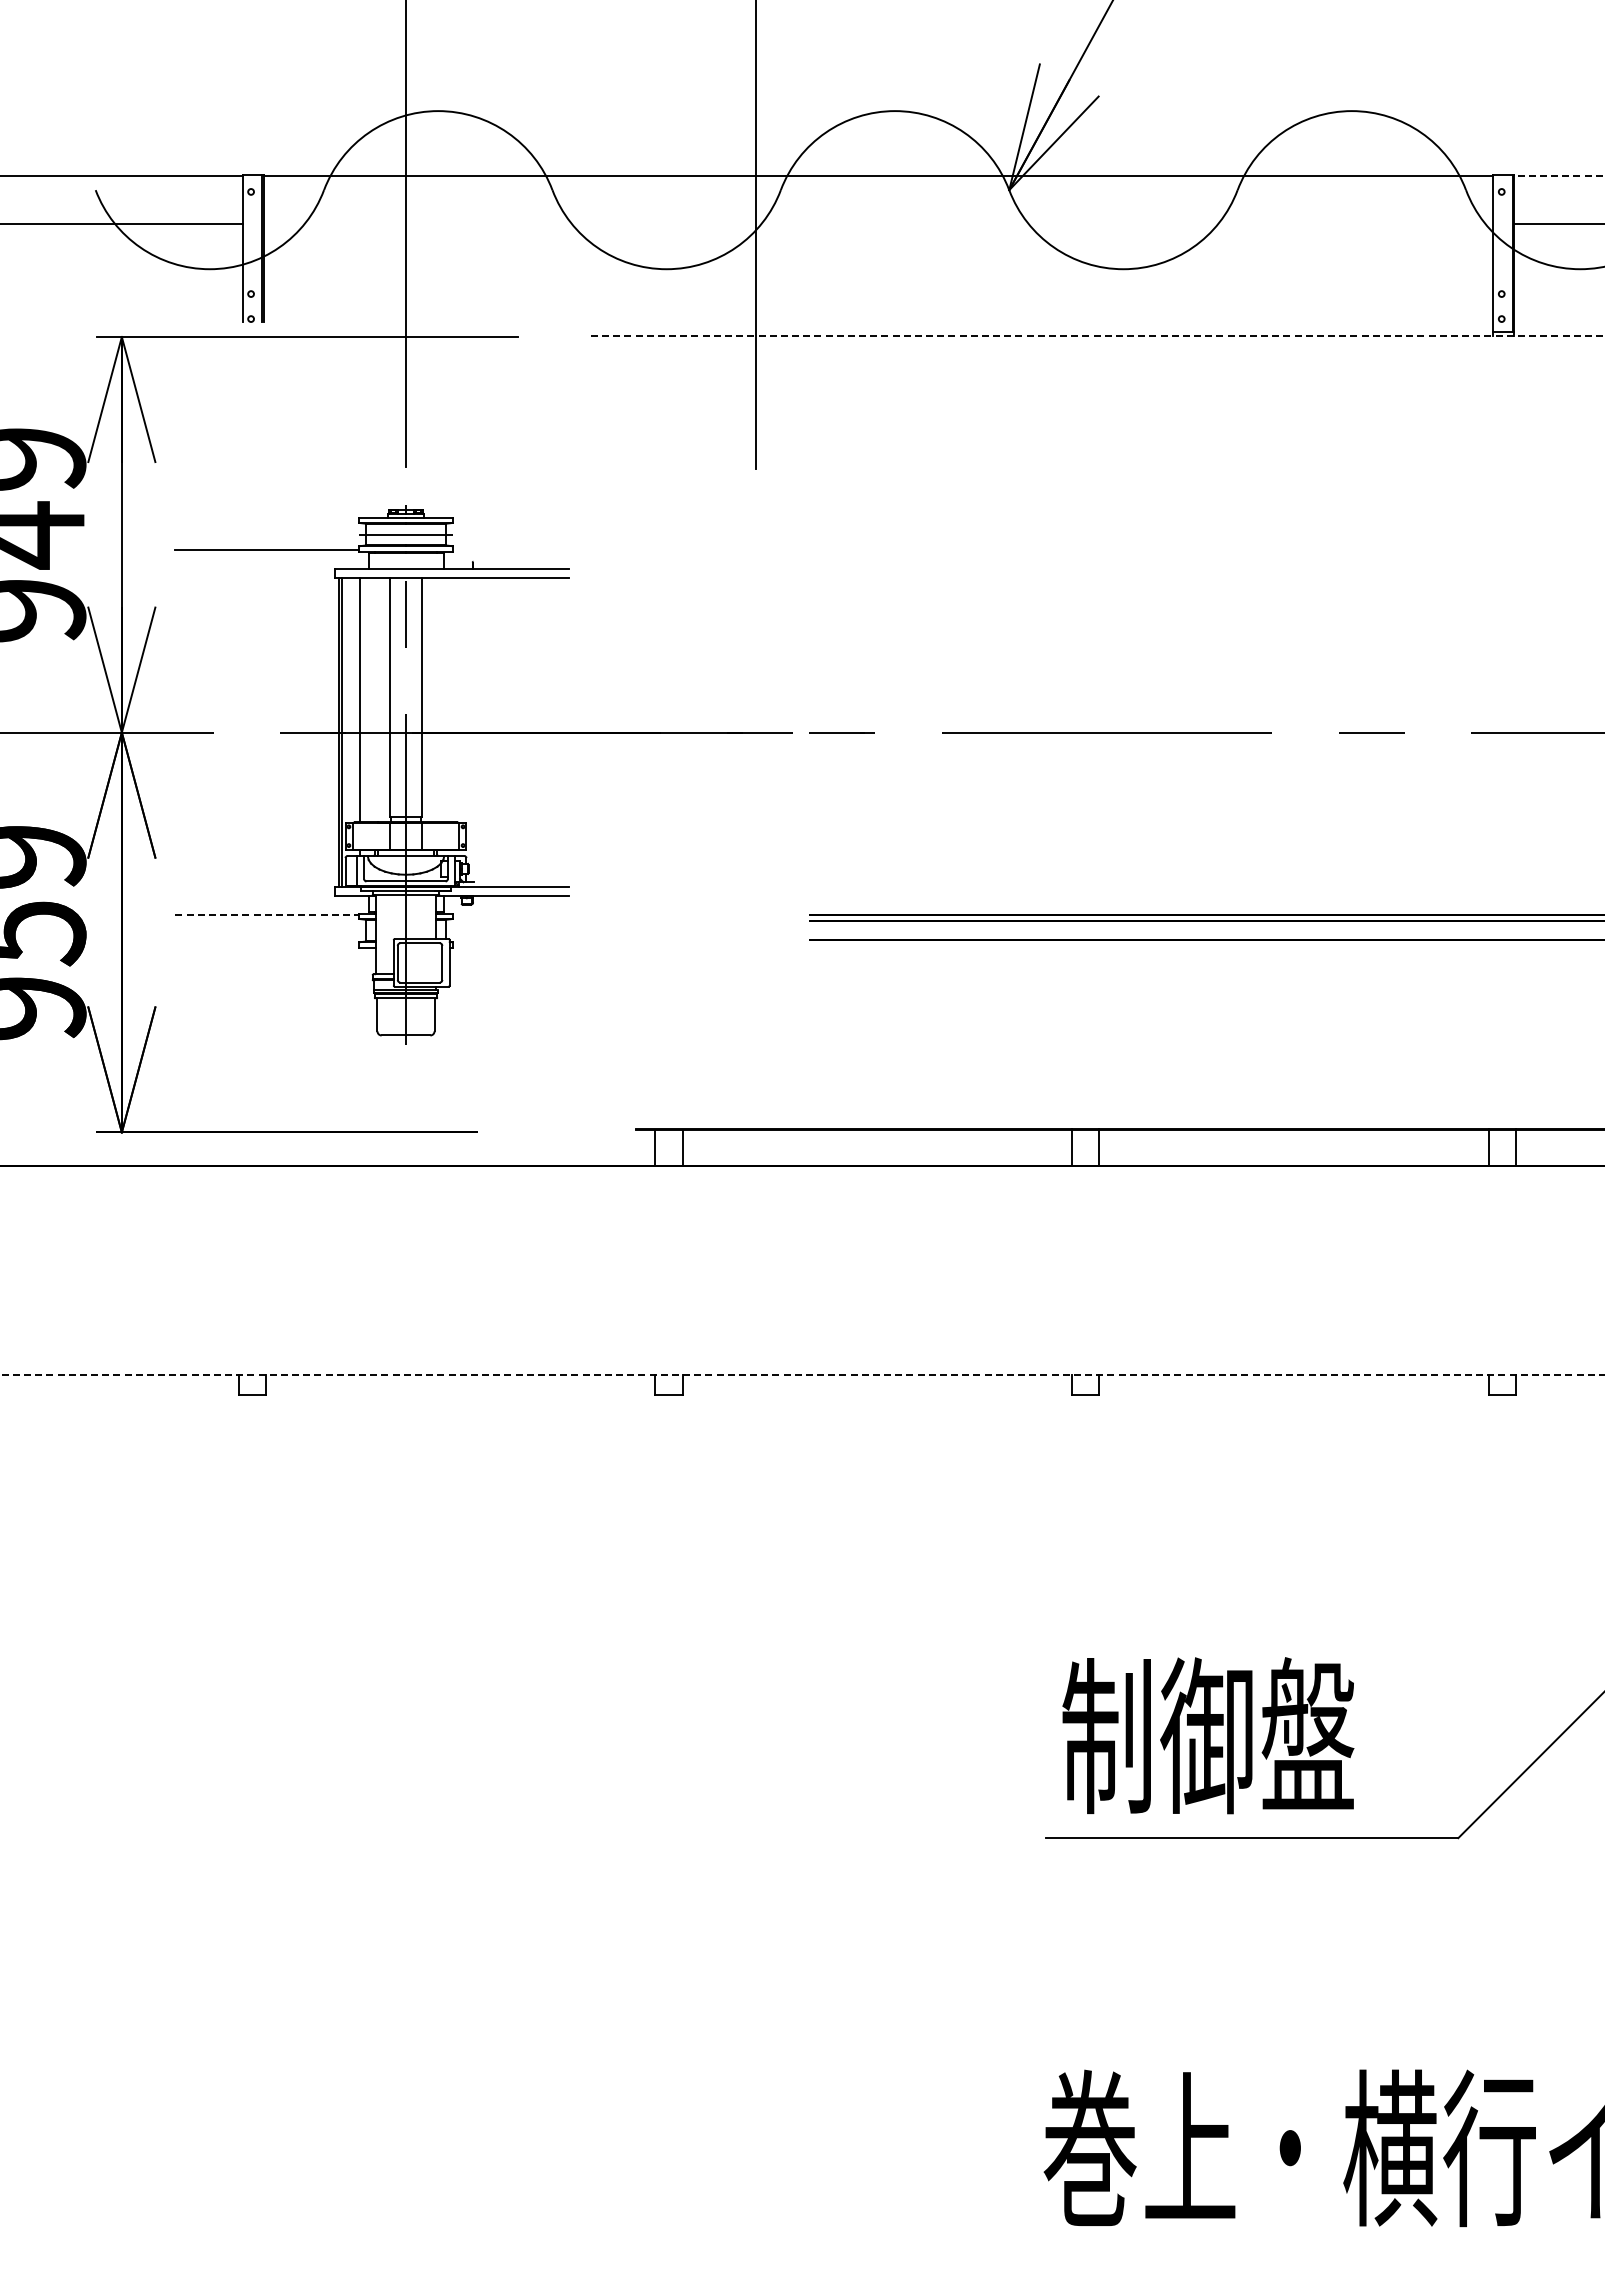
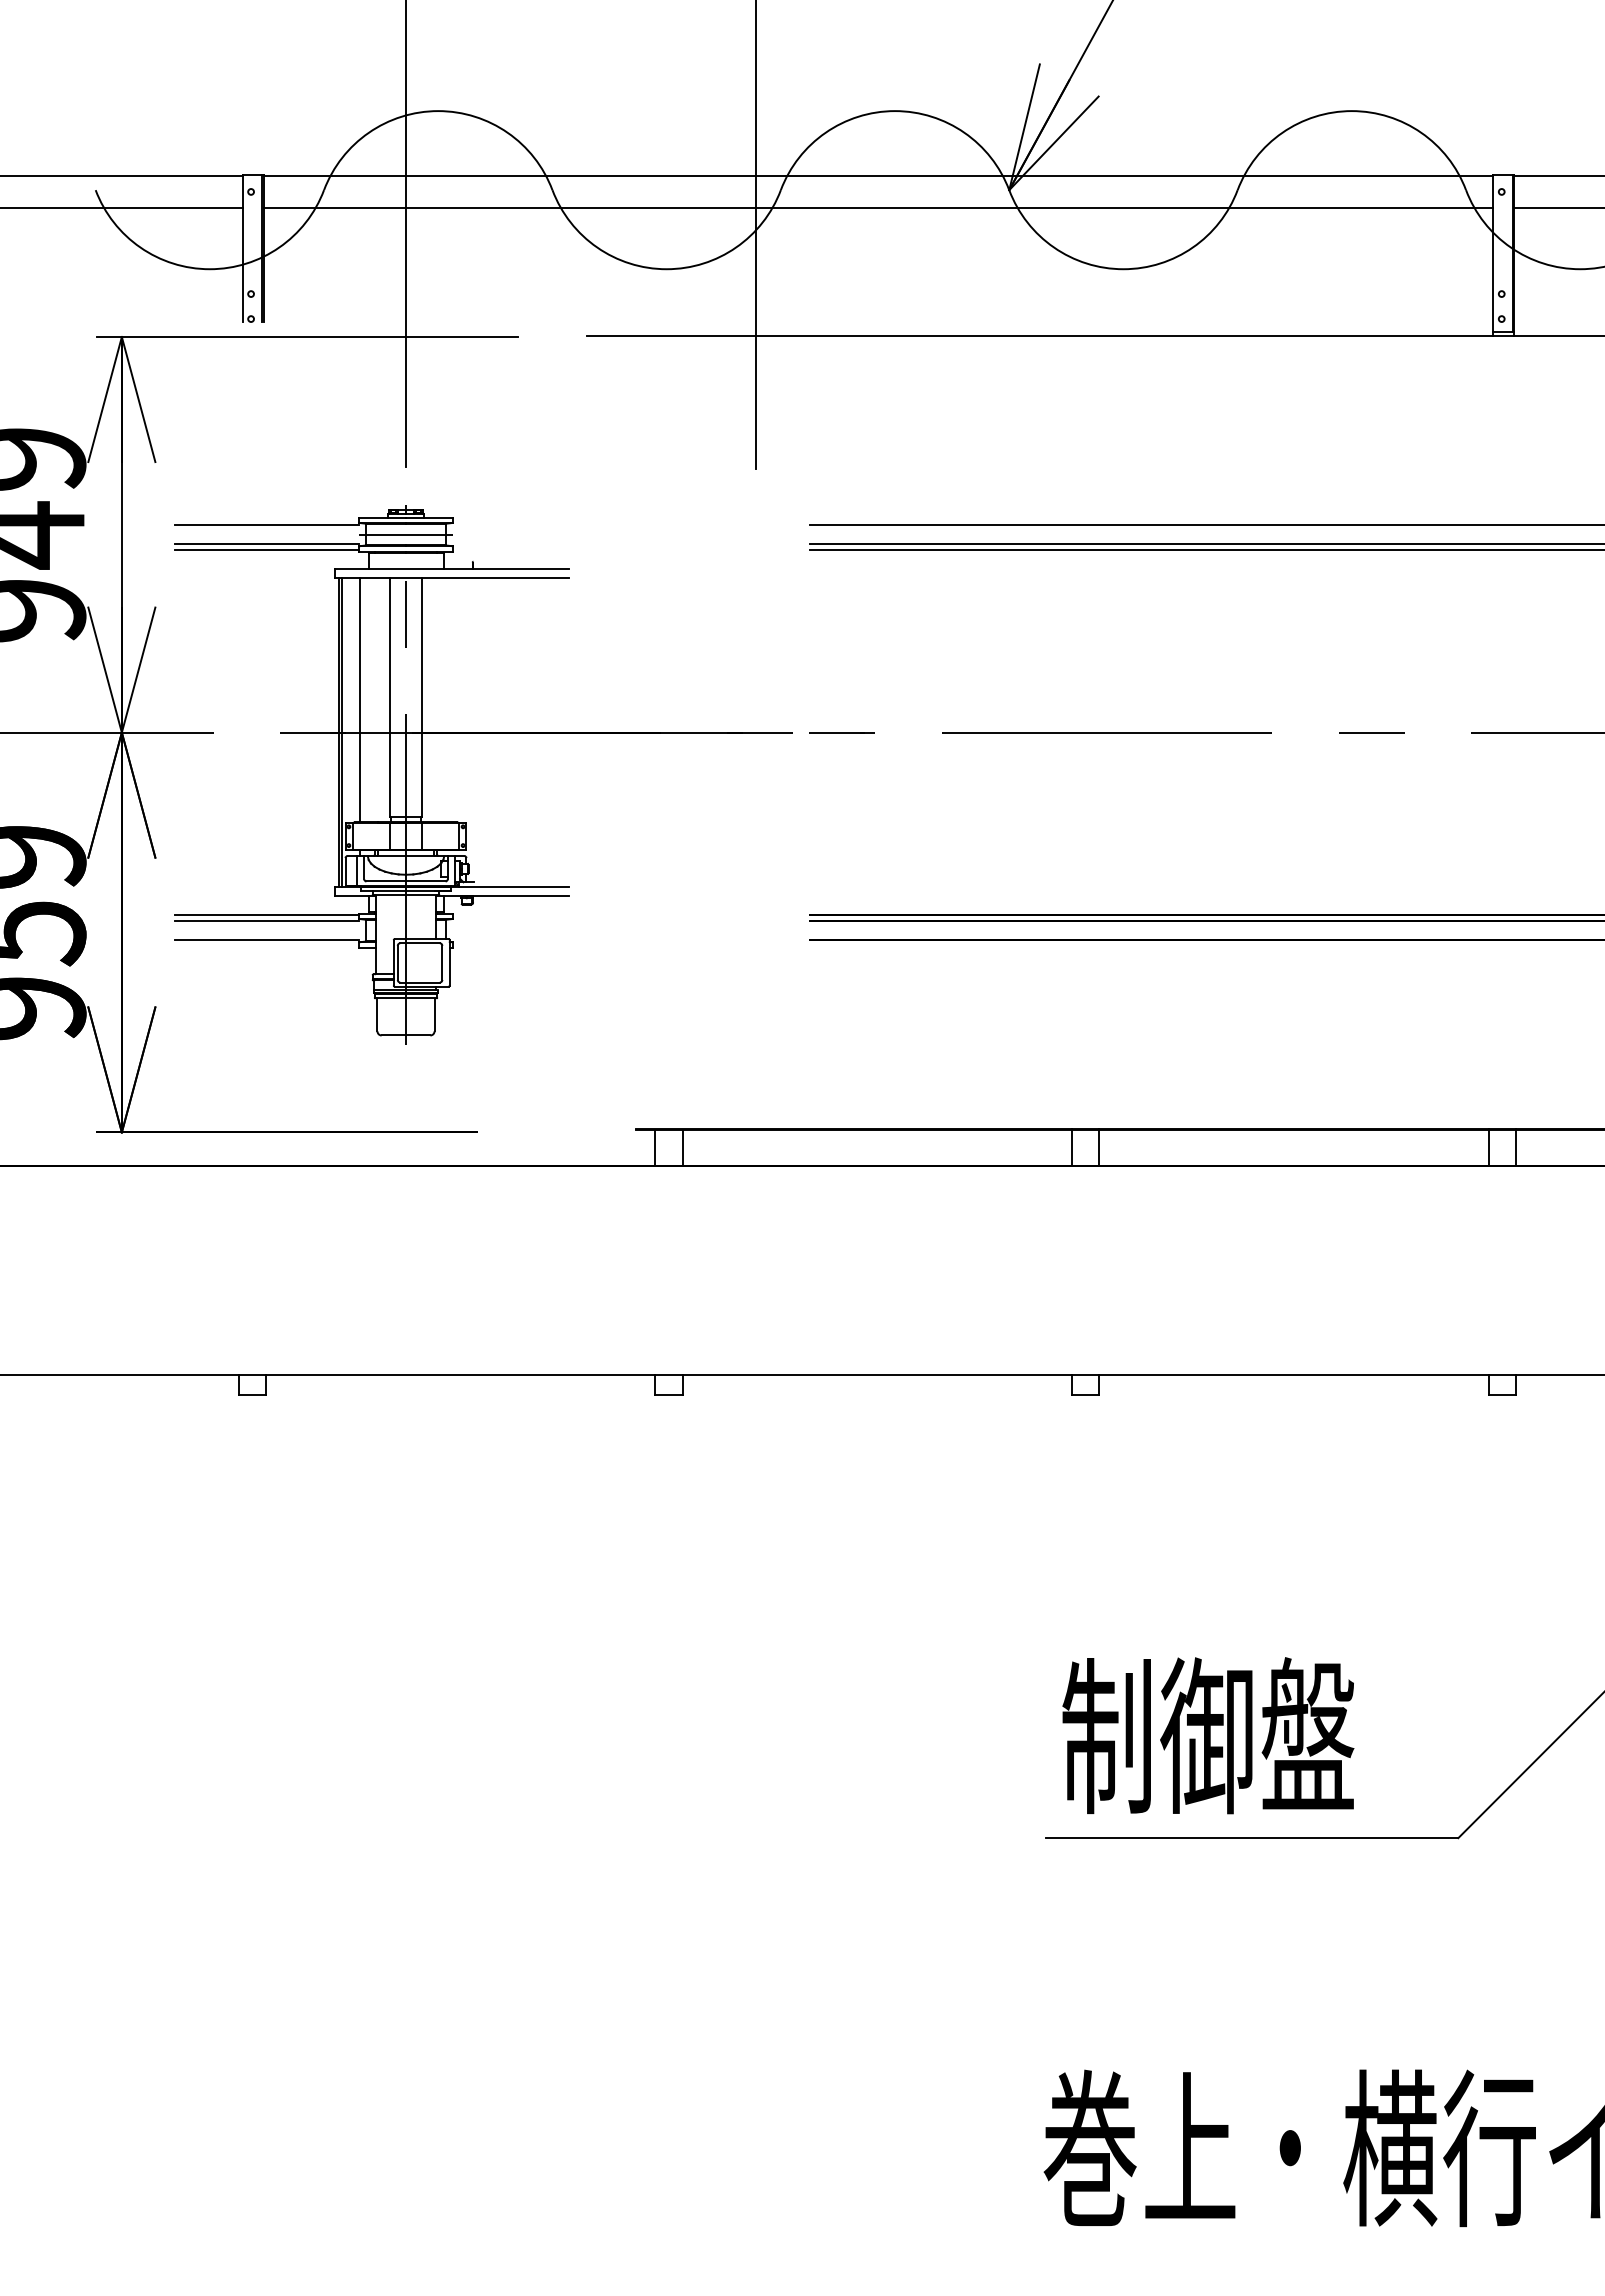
line at (1559, 176): dashed -> solid
line at (878, 207): none -> present
line at (122, 223) position: (122, 223) -> (122, 207)
line at (1557, 223) position: (1557, 223) -> (1557, 207)
line at (1095, 335): dashed -> solid
line at (267, 525): none -> present
line at (1205, 525): none -> present
line at (267, 543): none -> present
line at (1205, 543): none -> present
line at (1205, 550): none -> present
line at (267, 914): dashed -> solid
line at (267, 921): none -> present
line at (267, 939): none -> present
line at (802, 1374): dashed -> solid
